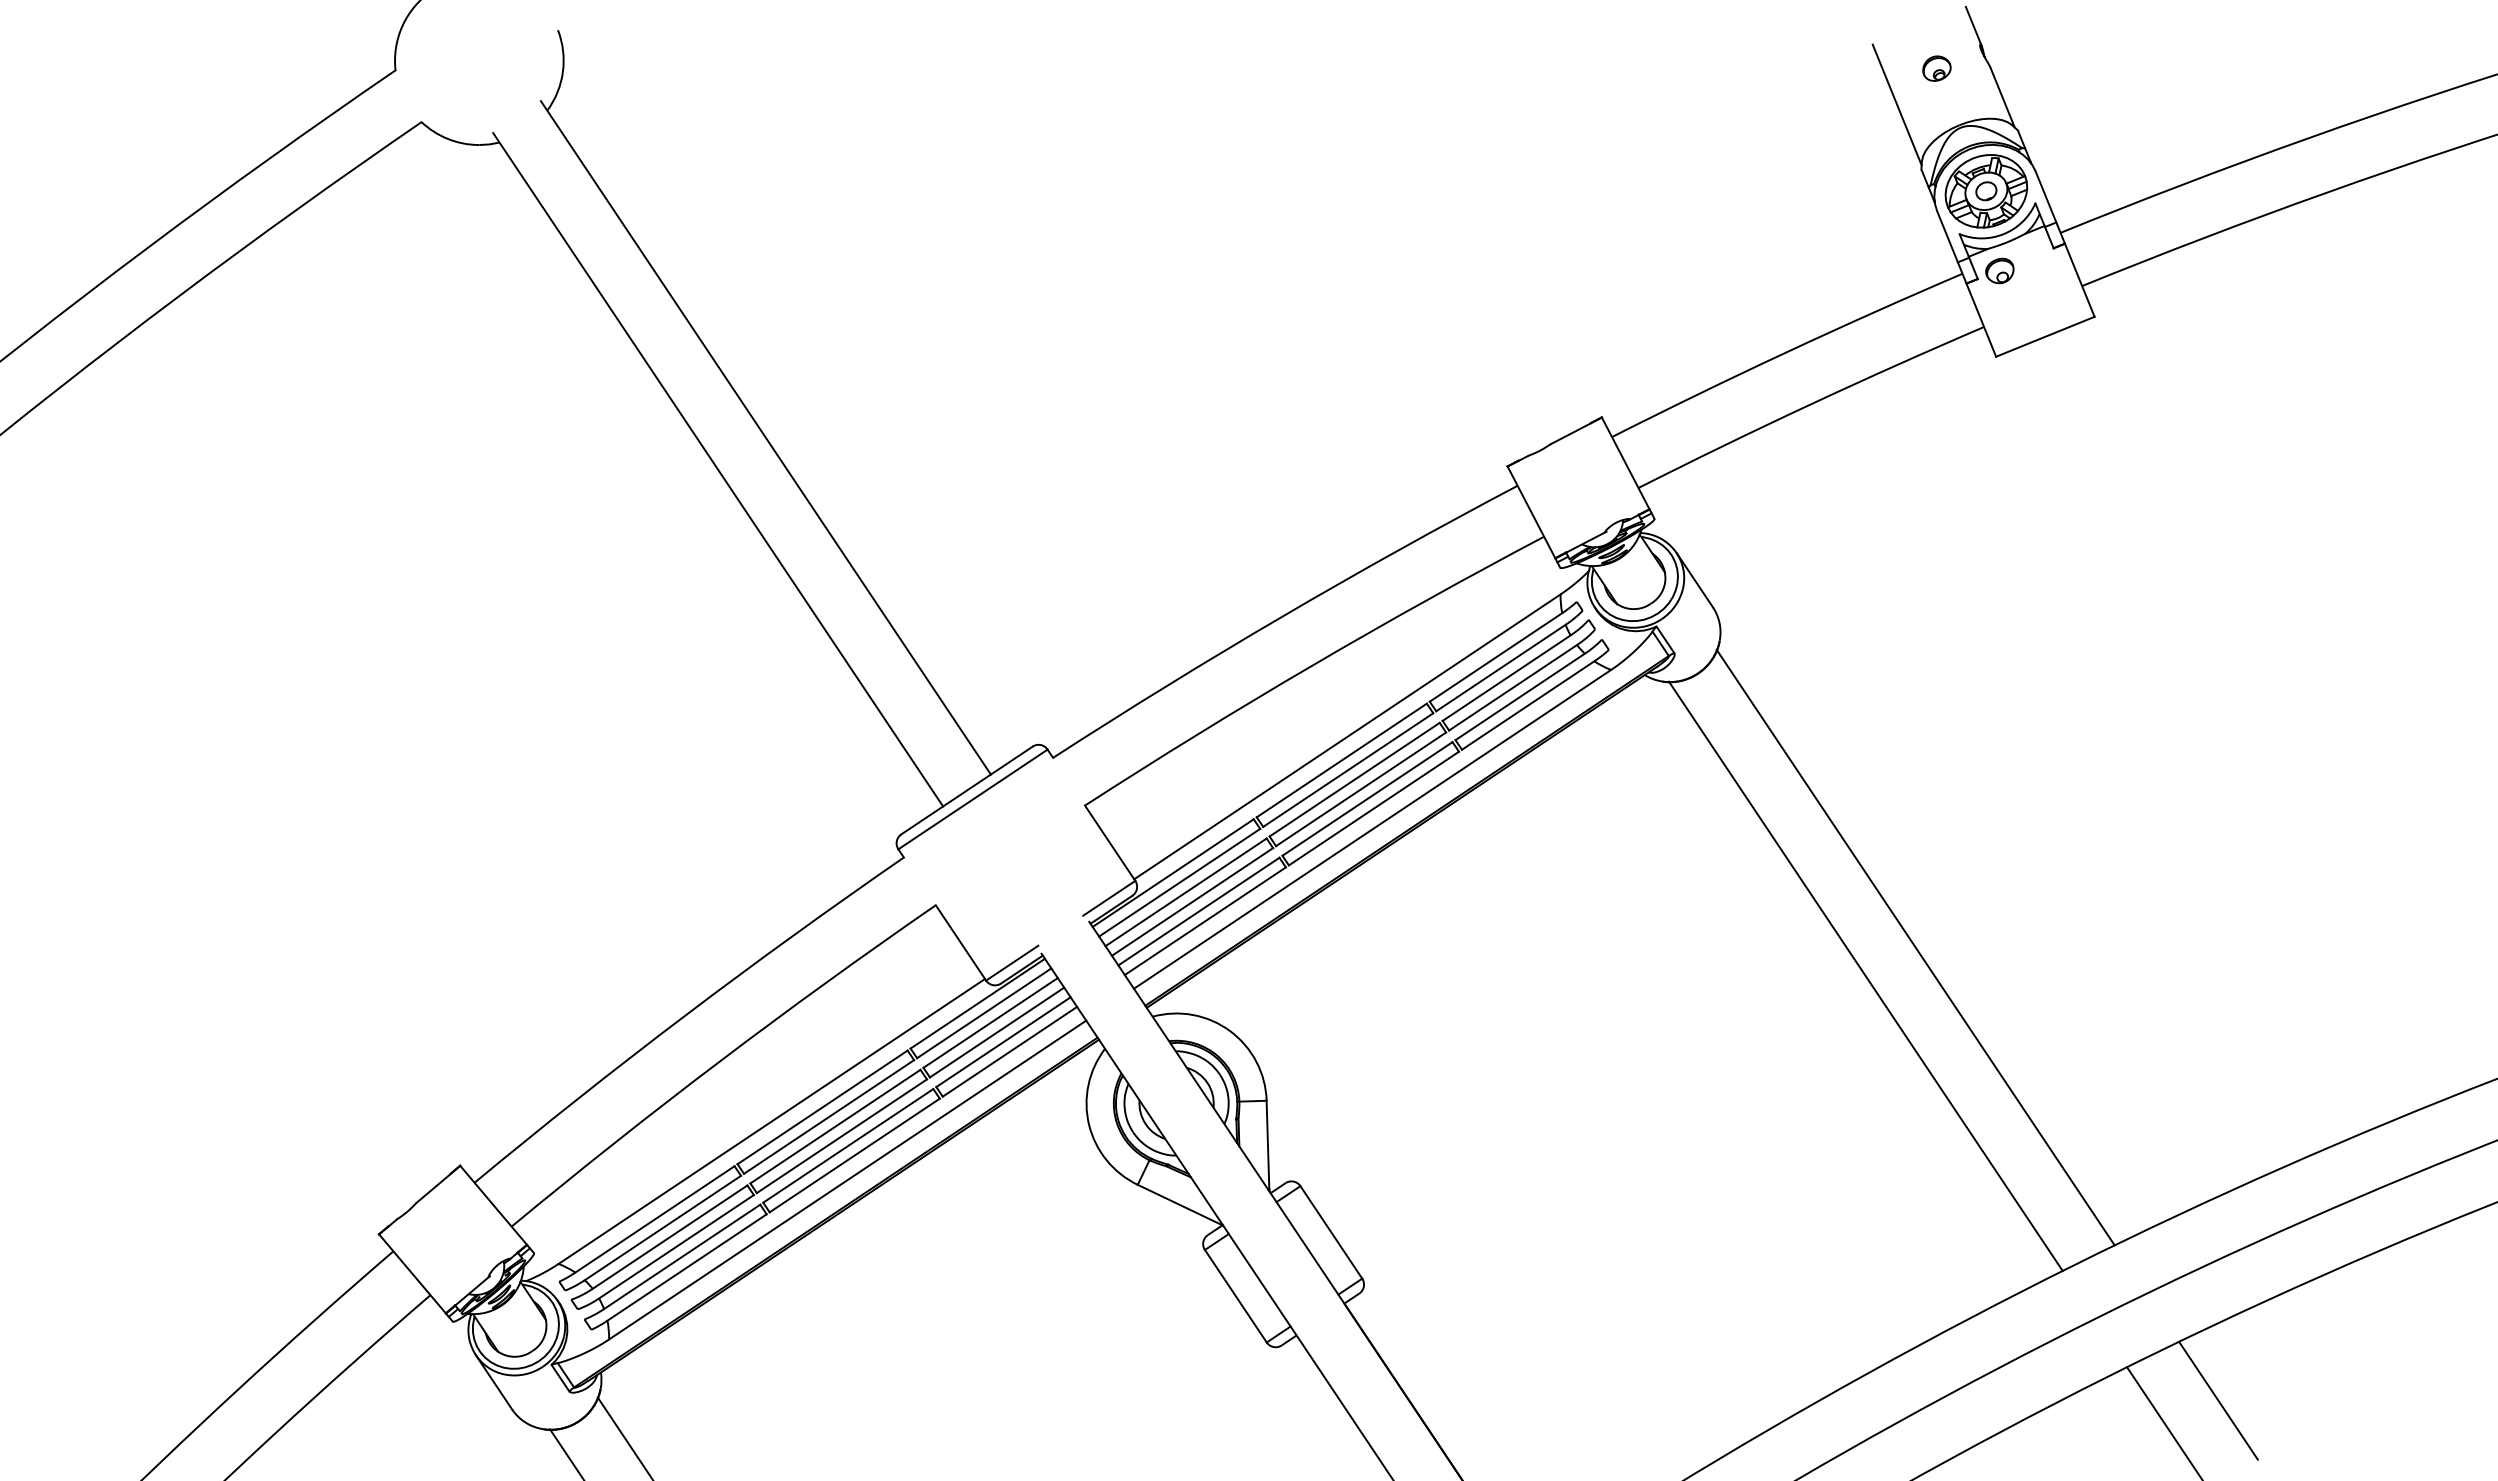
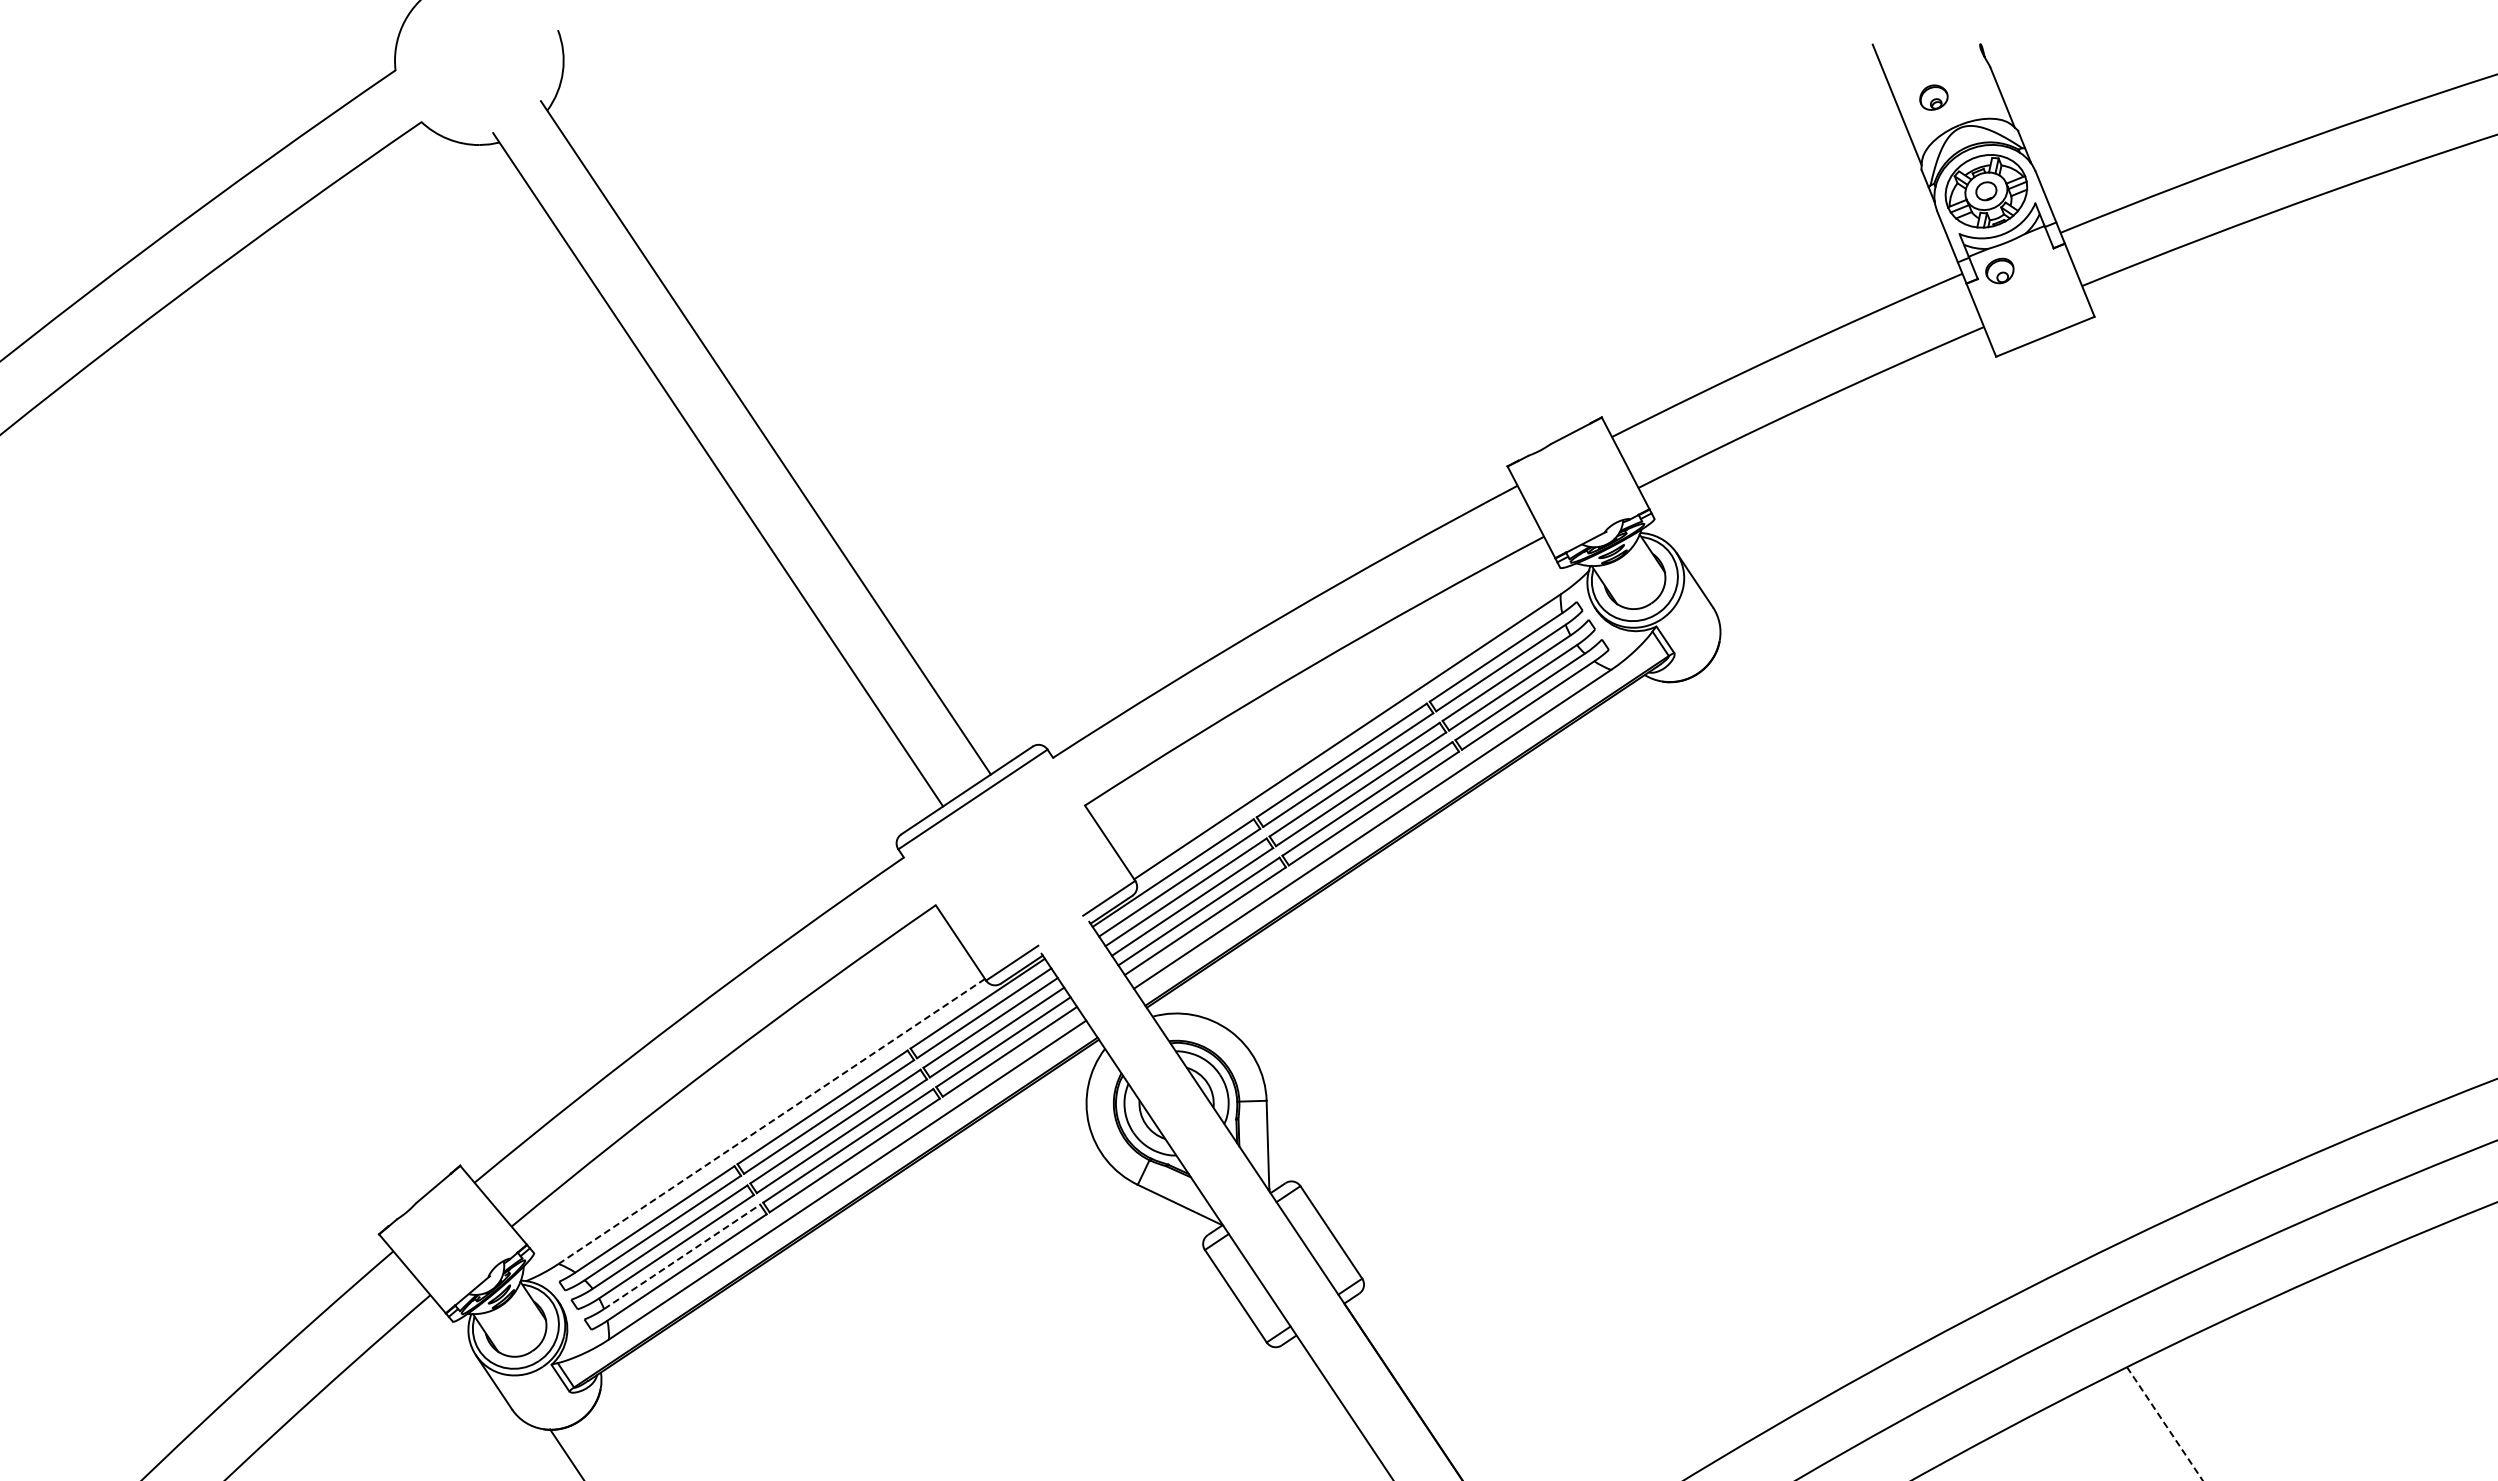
line at (1973, 26): present -> none
part at (1936, 68) position: (1936, 68) -> (1933, 97)
line at (1915, 947): present -> none
line at (1865, 975): present -> none
line at (771, 1121): solid -> dashed
line at (682, 1256): solid -> dashed
line at (2218, 1400): present -> none
line at (2165, 1424): solid -> dashed
line at (624, 1437): present -> none
